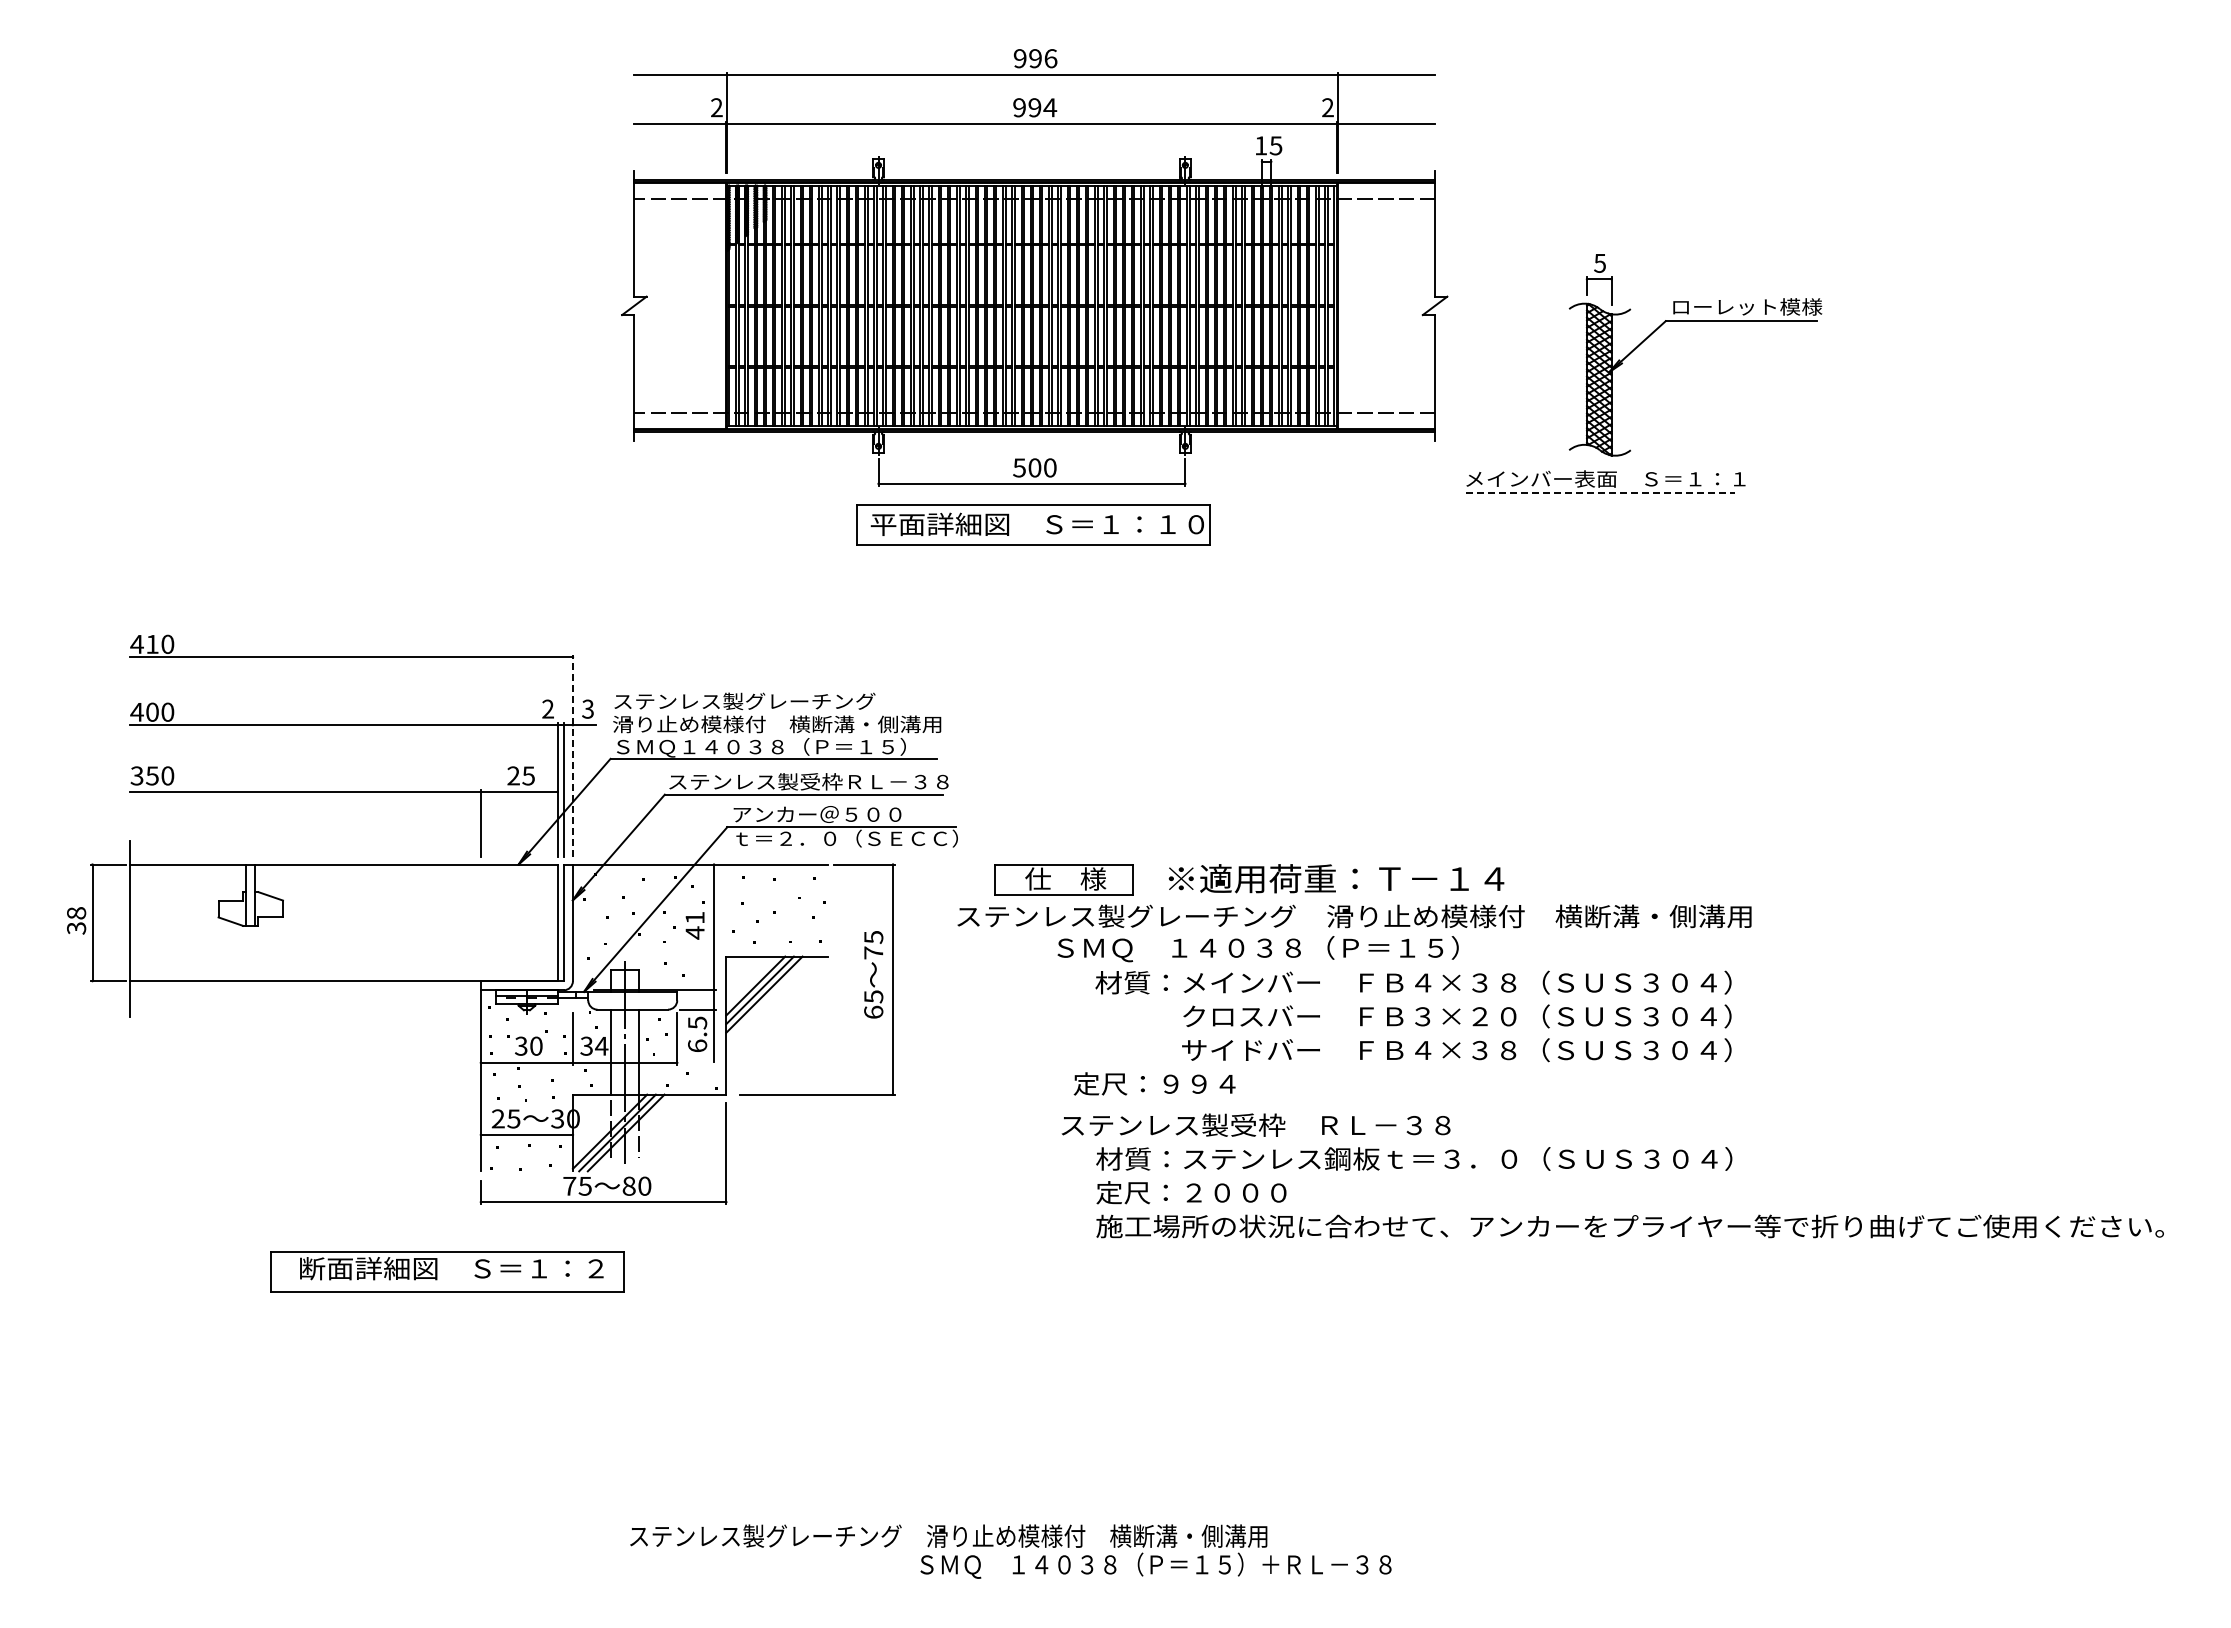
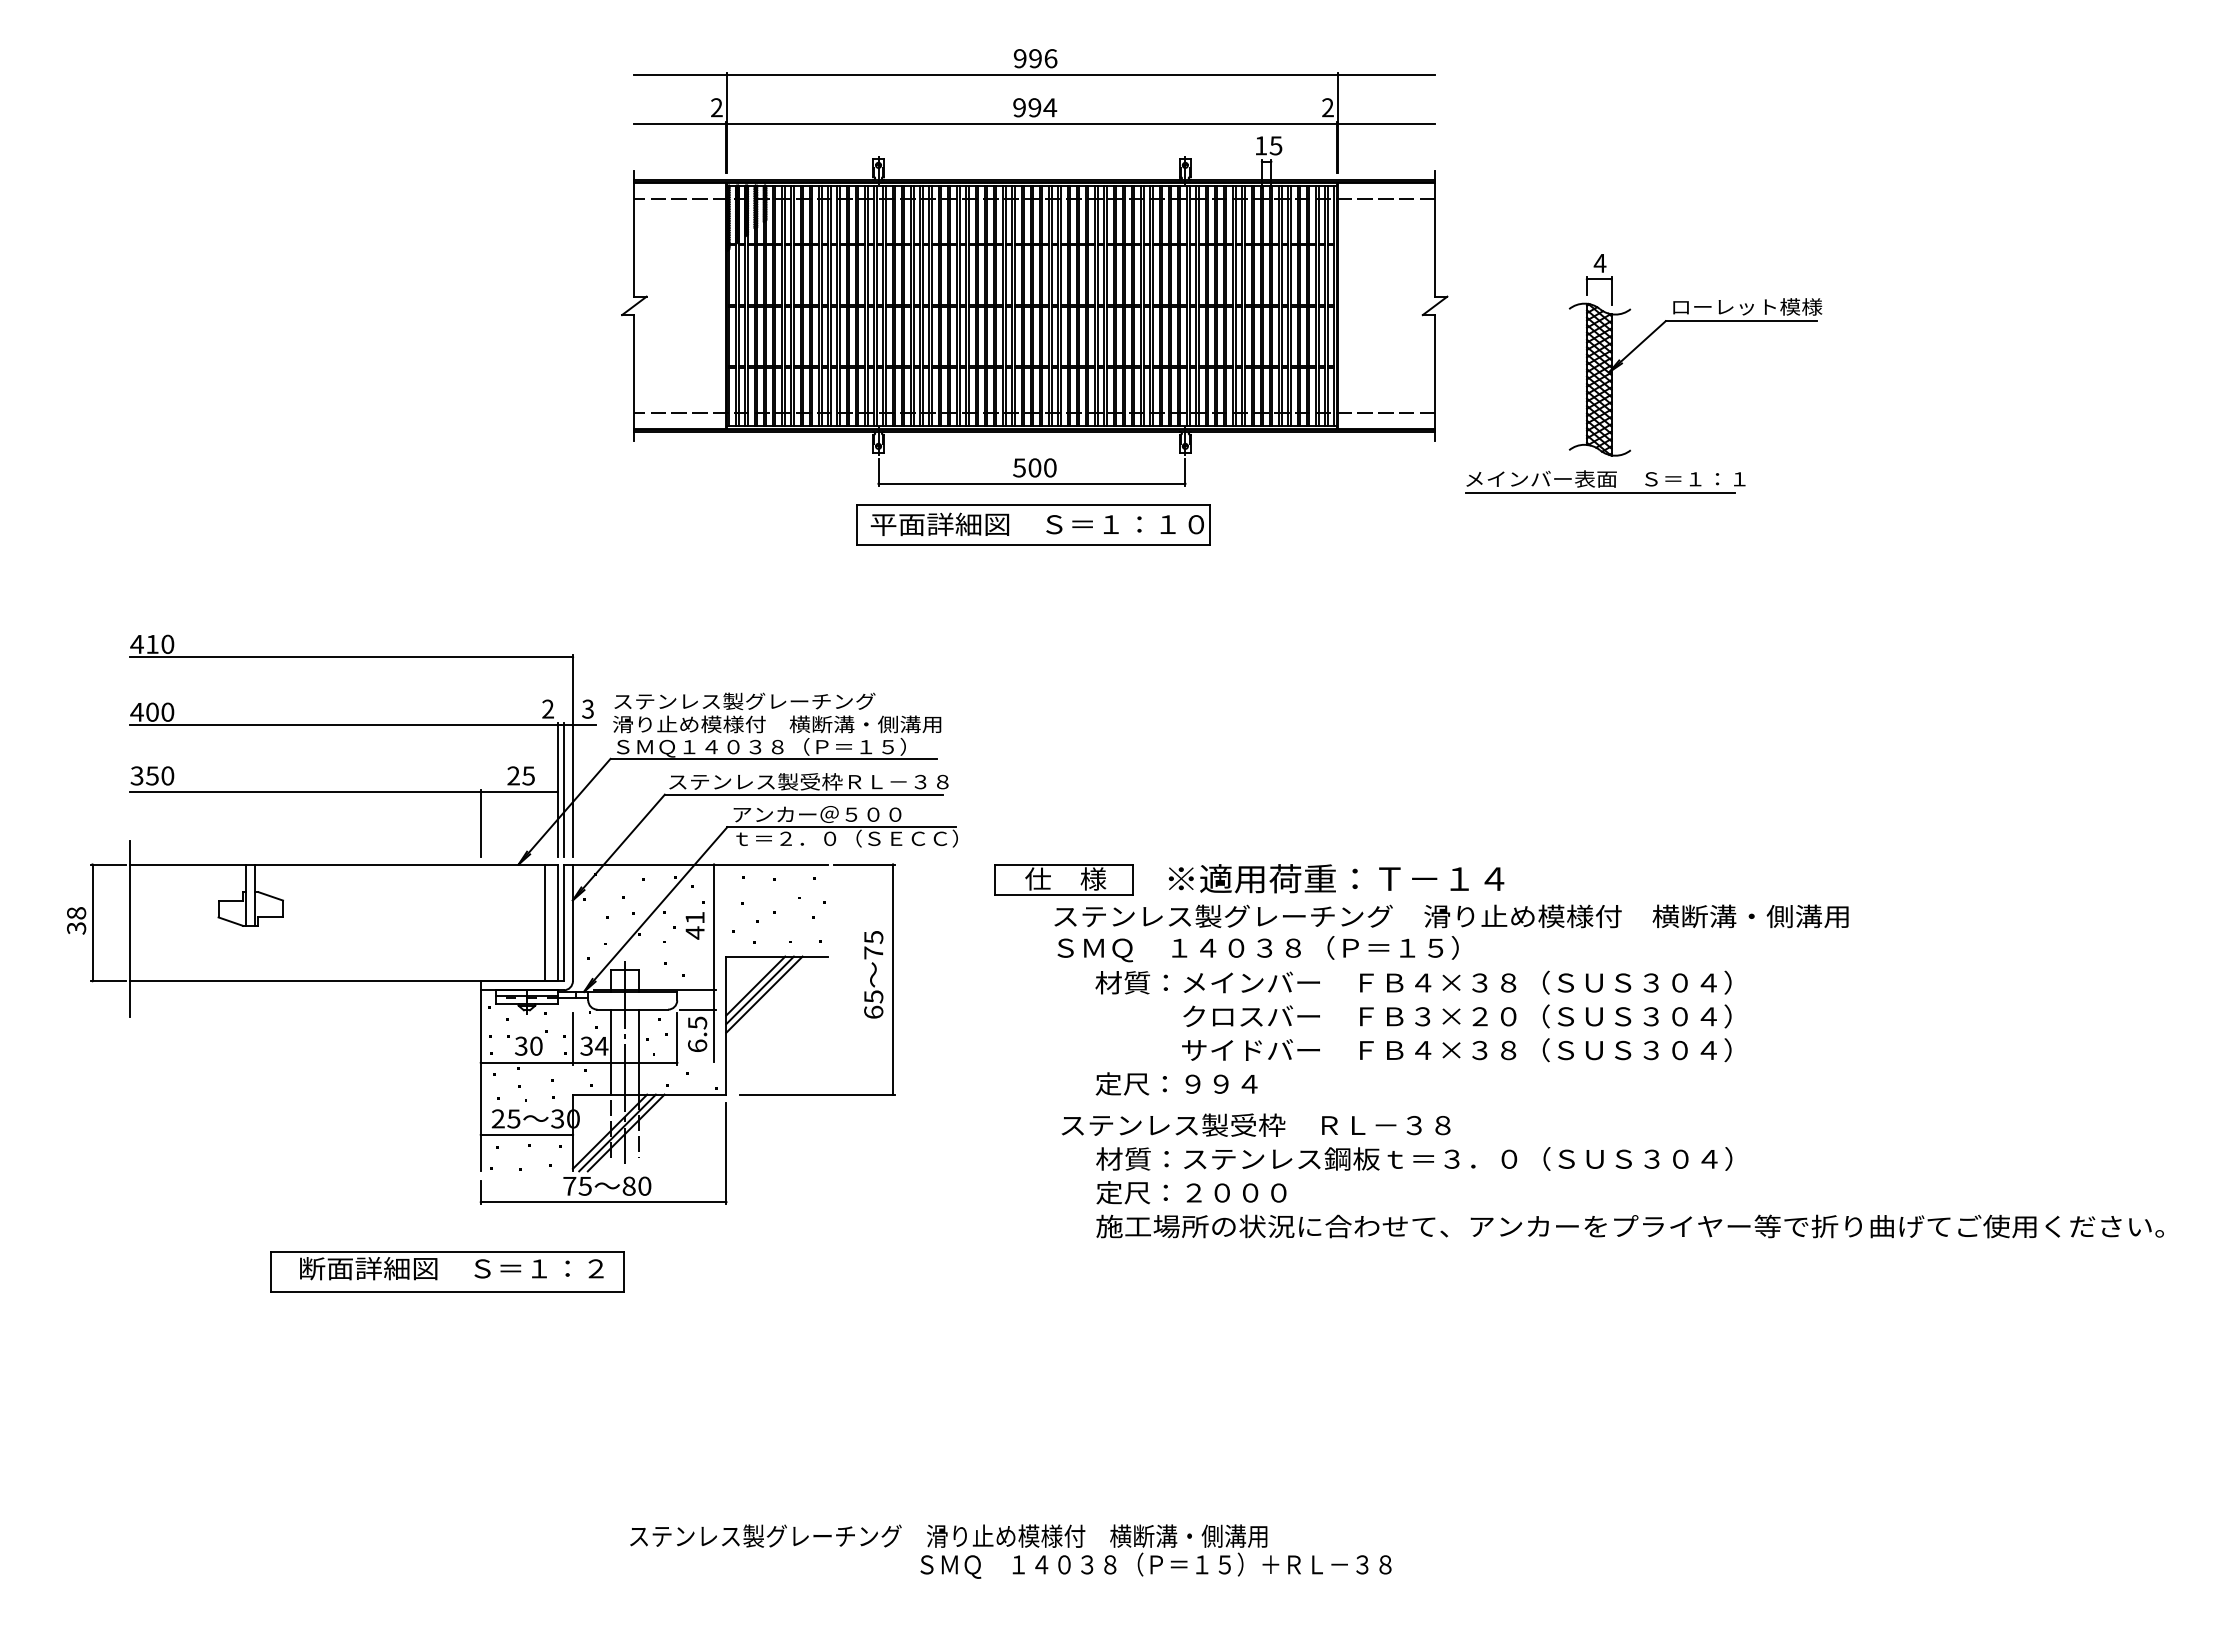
text at (1599, 263): 5 -> 4
line at (1600, 493): dashed -> solid
line at (572, 755): dashed -> solid
text at (1354, 916) position: (1354, 916) -> (1451, 916)
line at (545, 922): none -> present
text at (1154, 1083) position: (1154, 1083) -> (1176, 1083)
